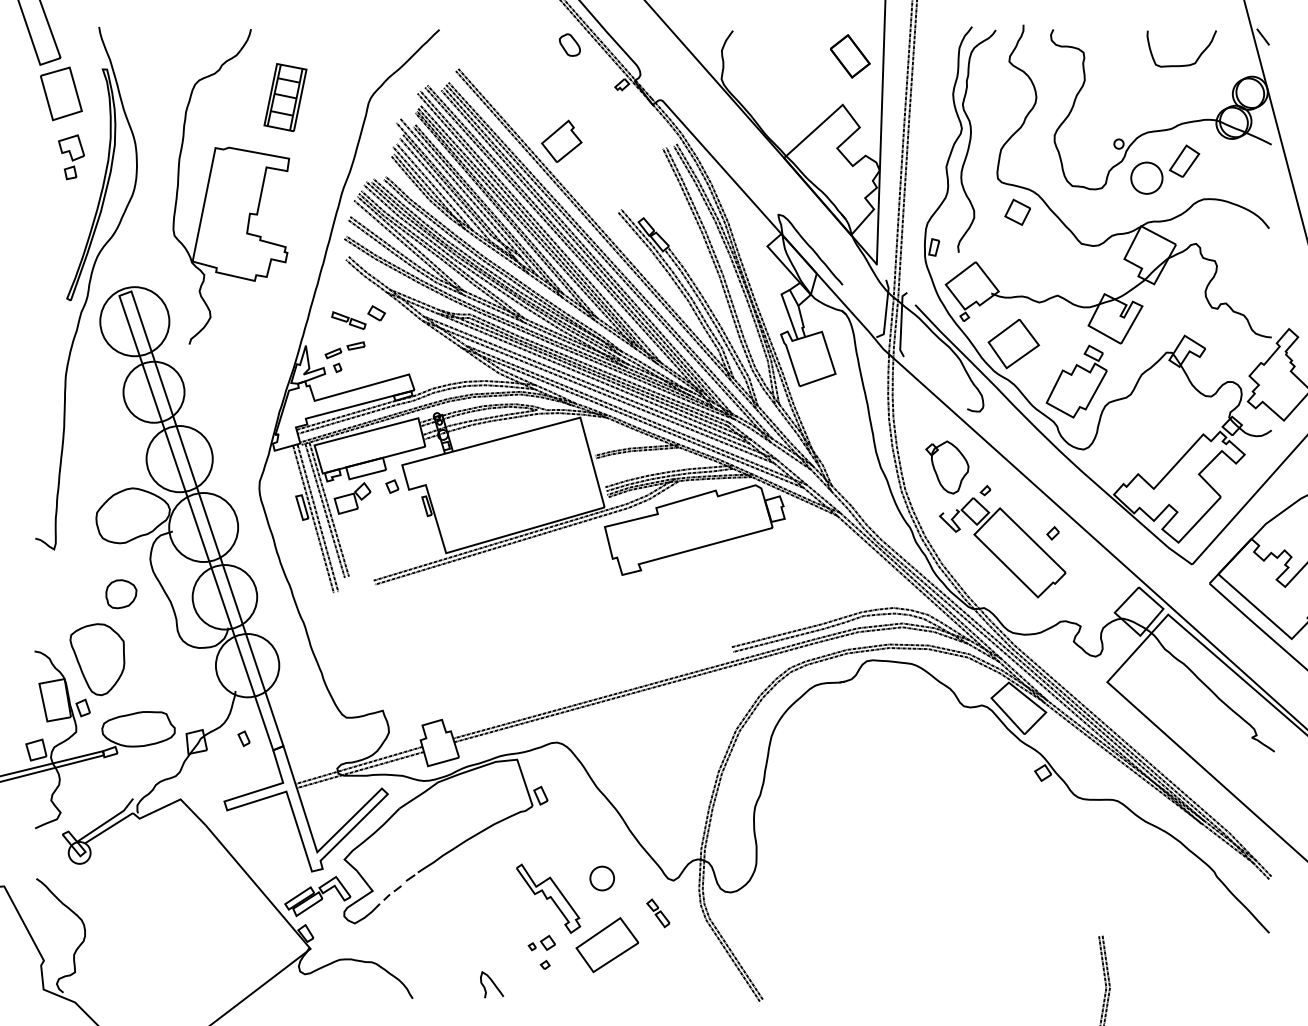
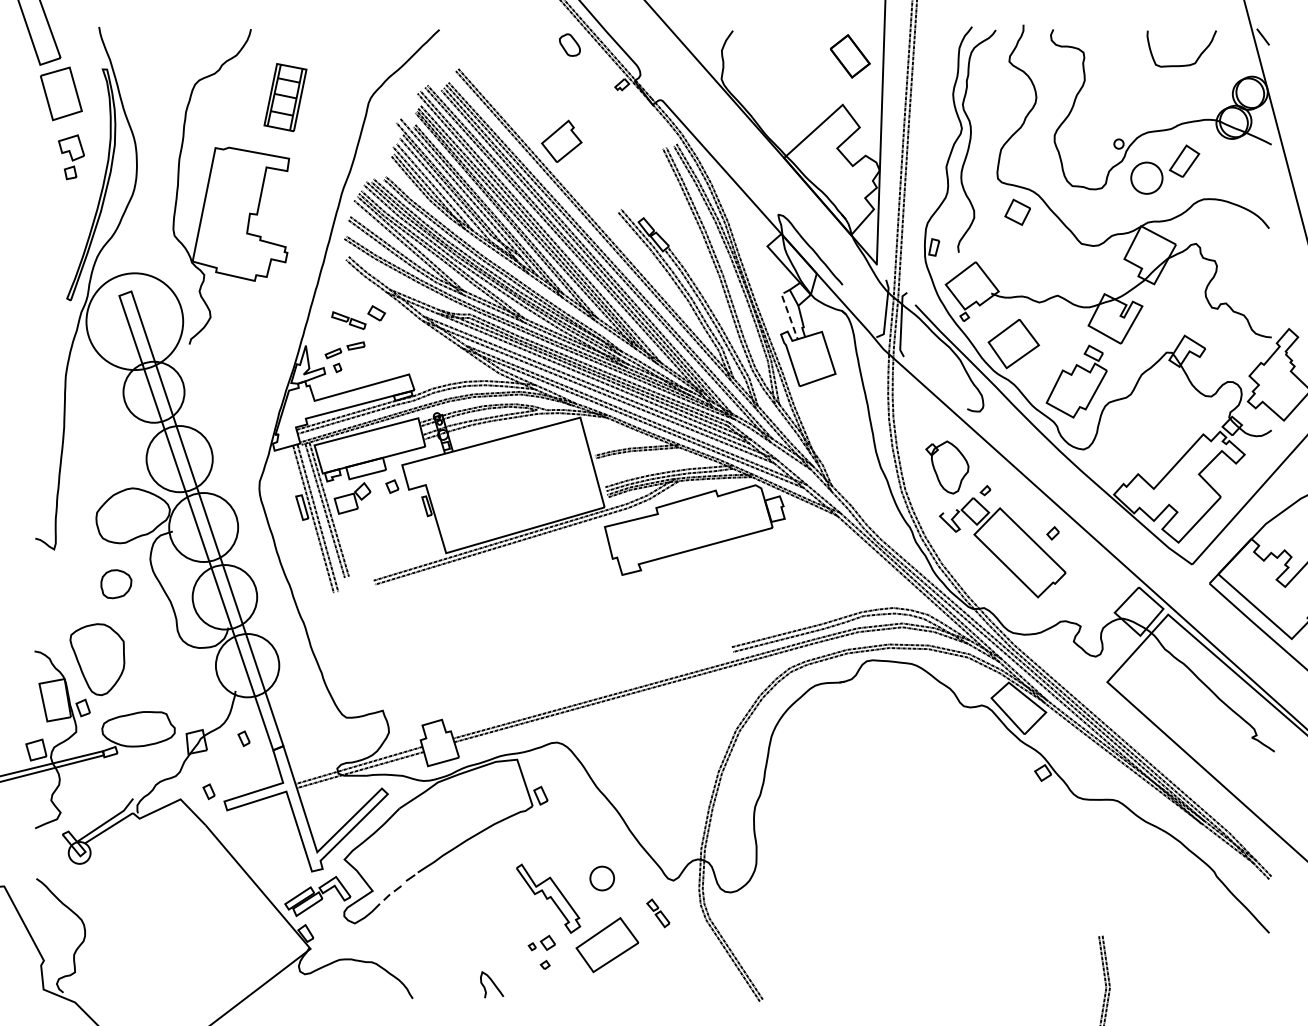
line at (787, 312): solid -> dashed
circle at (134, 321) diameter: 69 px -> 97 px
part at (121, 594) position: (121, 594) -> (116, 584)
part at (208, 791): none -> present
